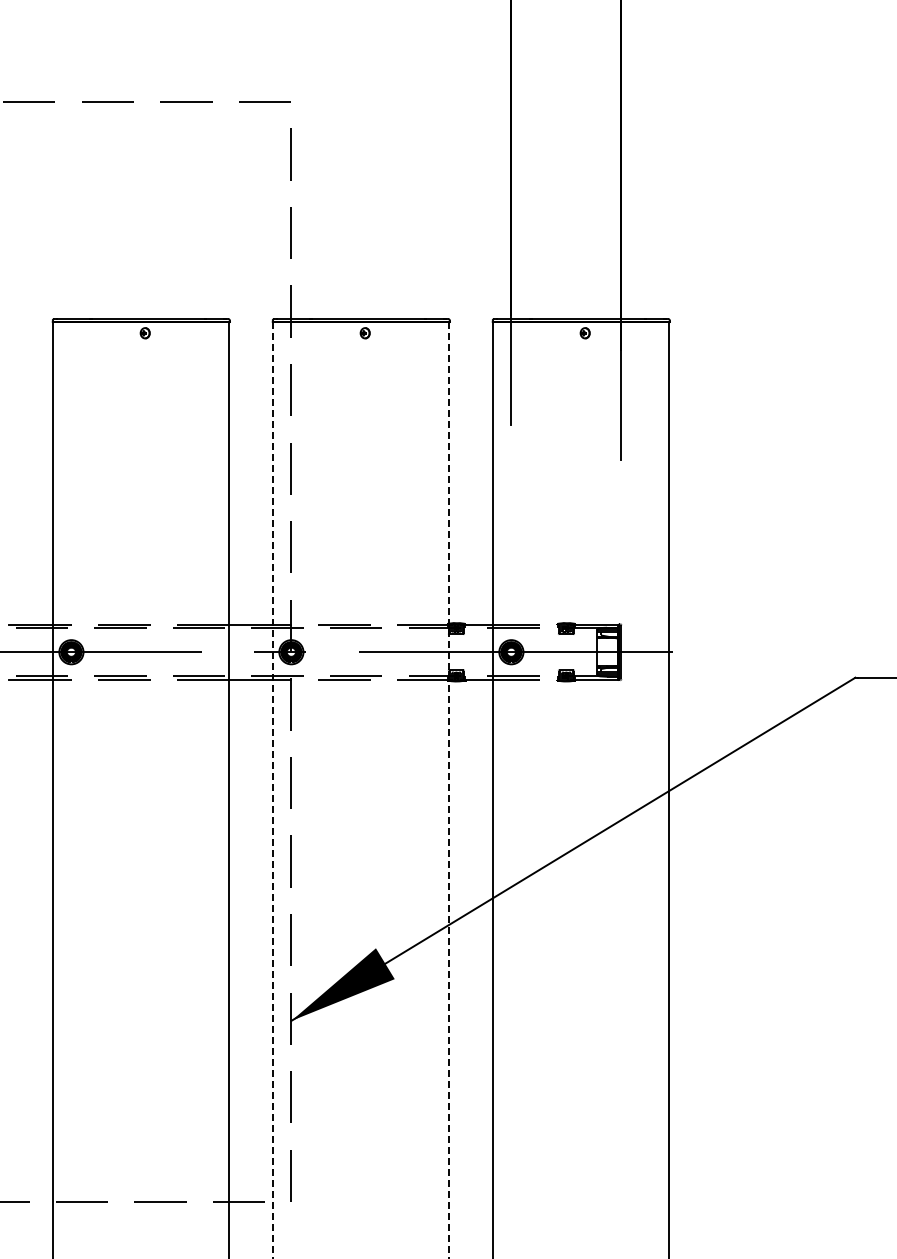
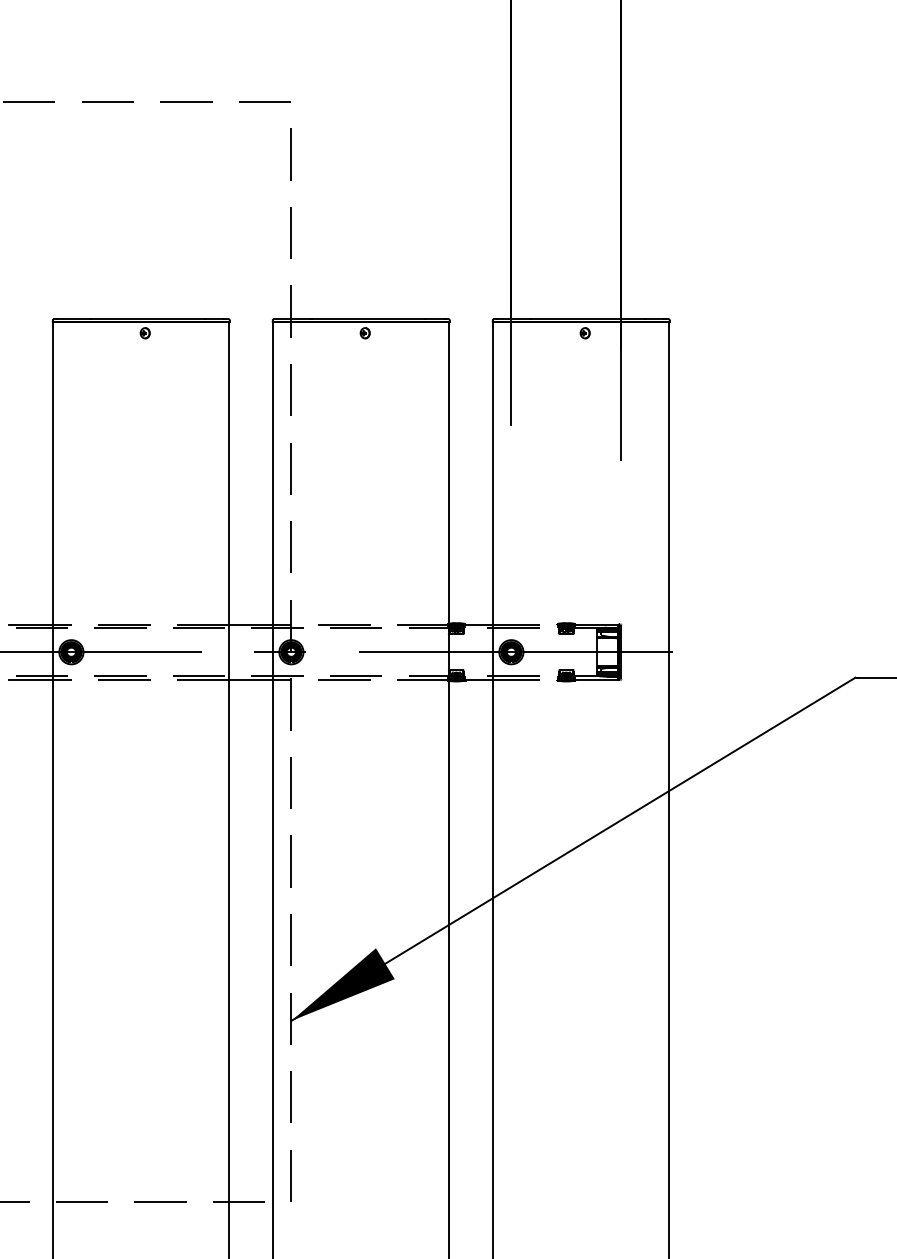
line at (273, 790): dashed -> solid
line at (449, 790): dashed -> solid
